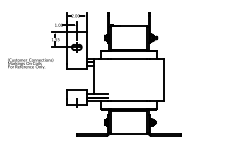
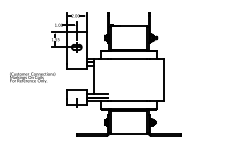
text at (30, 63) position: (30, 63) -> (32, 77)
